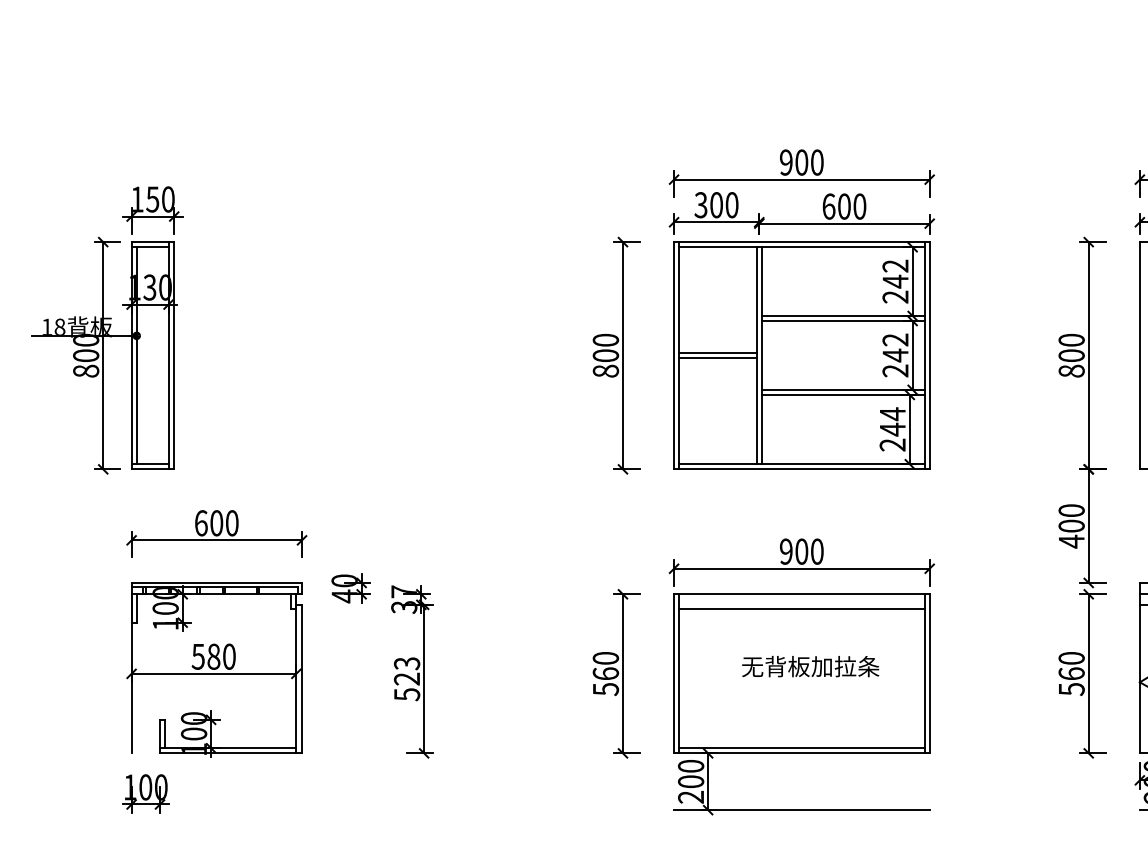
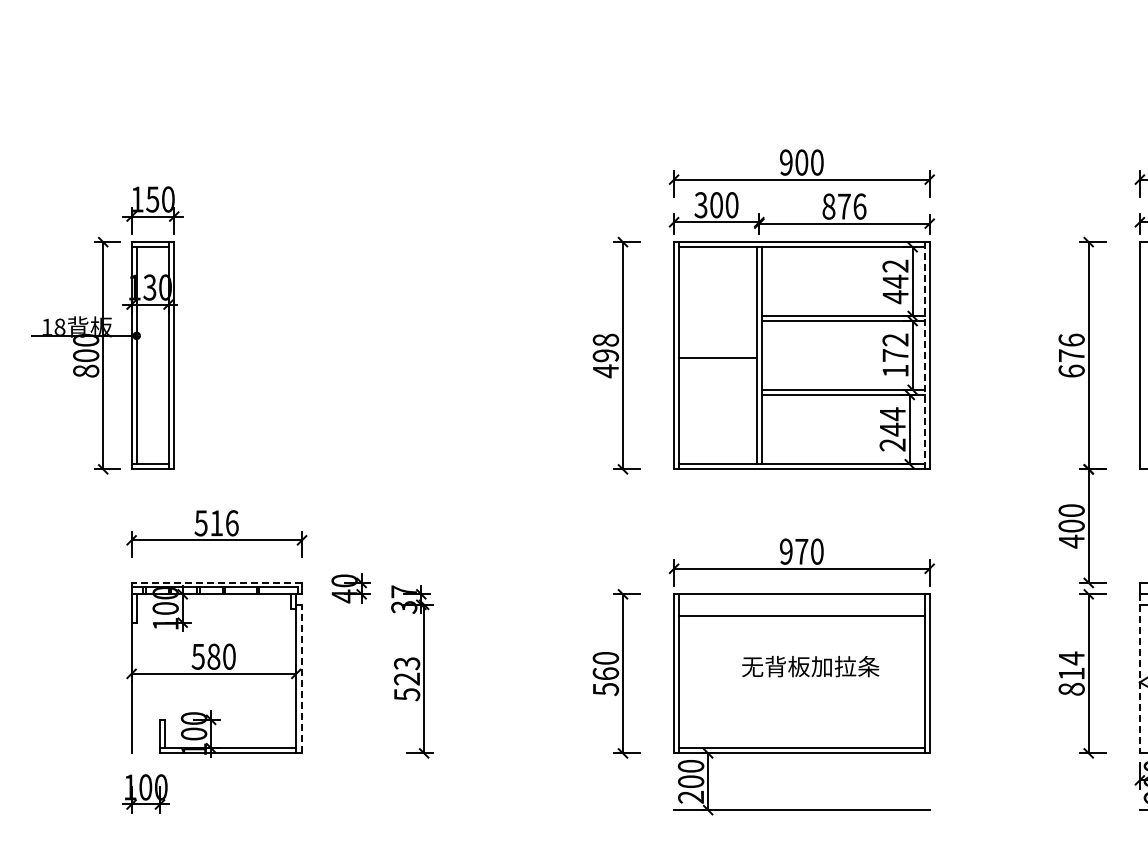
text at (844, 206): 600 -> 876
text at (895, 297): 242 -> 442
line at (717, 353): present -> none
text at (605, 355): 800 -> 498
line at (924, 355): solid -> dashed
text at (1071, 355): 800 -> 676
text at (895, 362): 242 -> 172
text at (216, 523): 600 -> 516
text at (801, 551): 900 -> 970
line at (216, 582): solid -> dashed
line at (801, 608) position: (801, 608) -> (801, 615)
text at (1071, 673): 560 -> 814
line at (1139, 673): solid -> dashed
line at (302, 678): solid -> dashed
